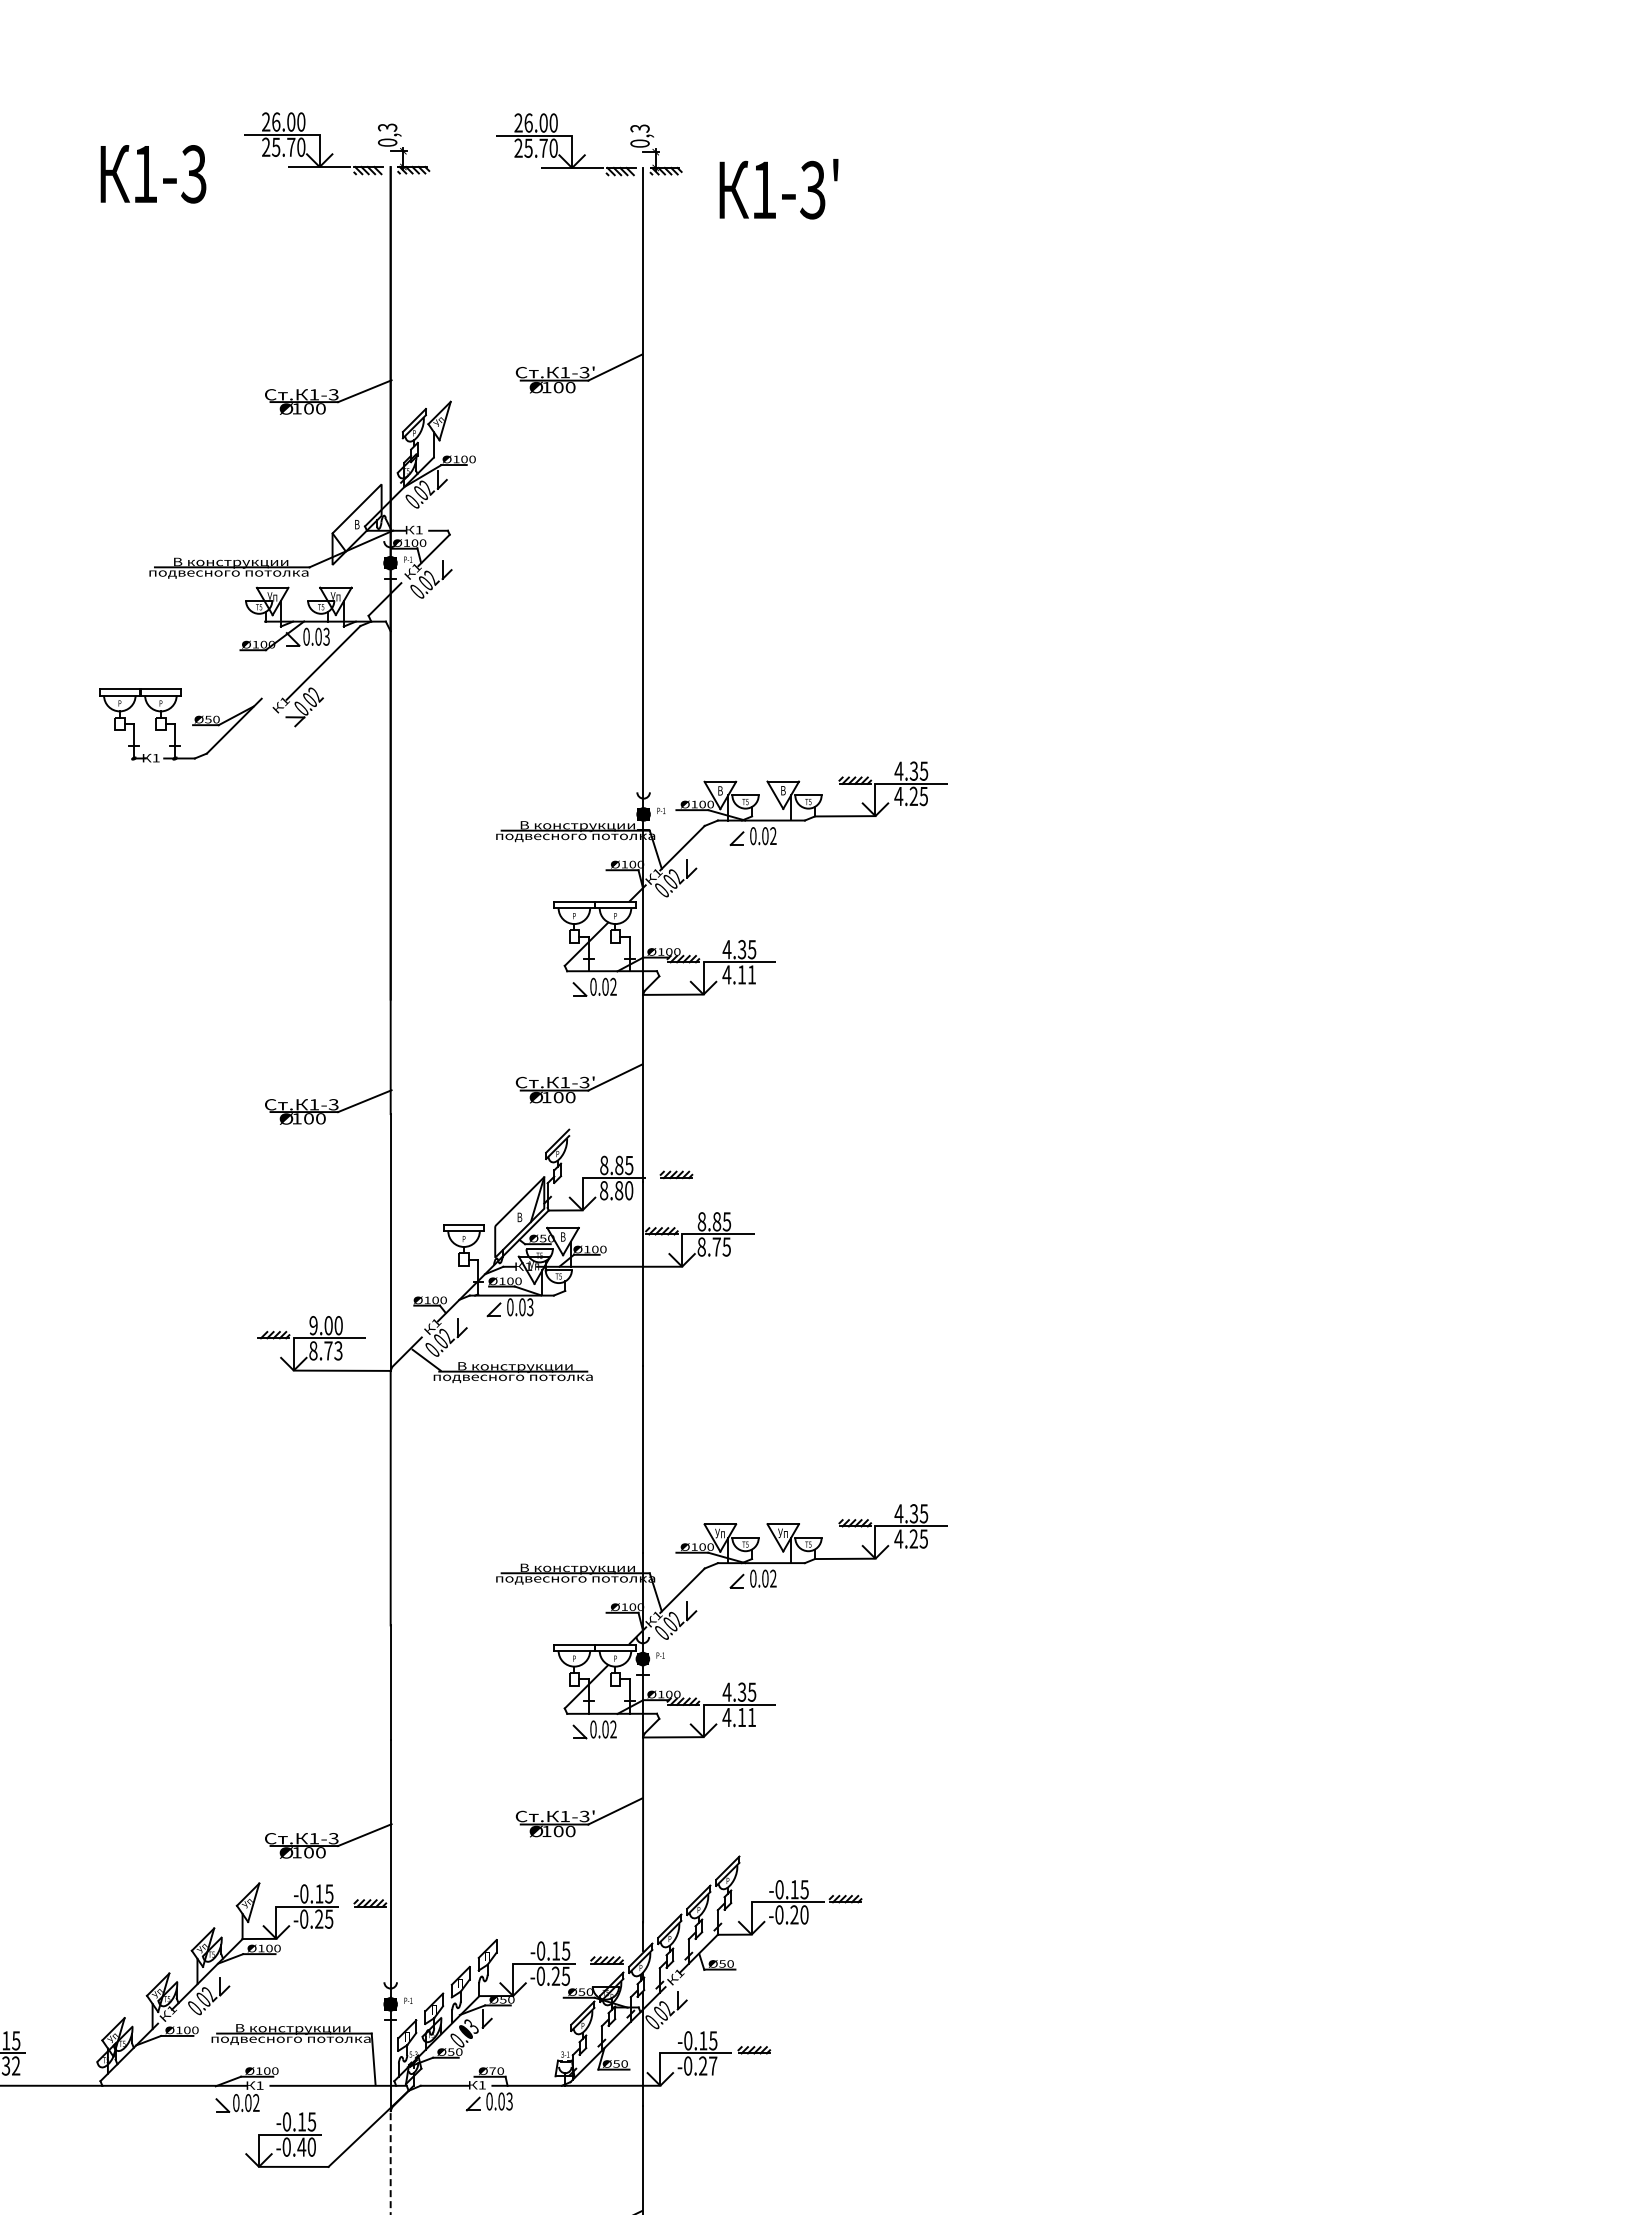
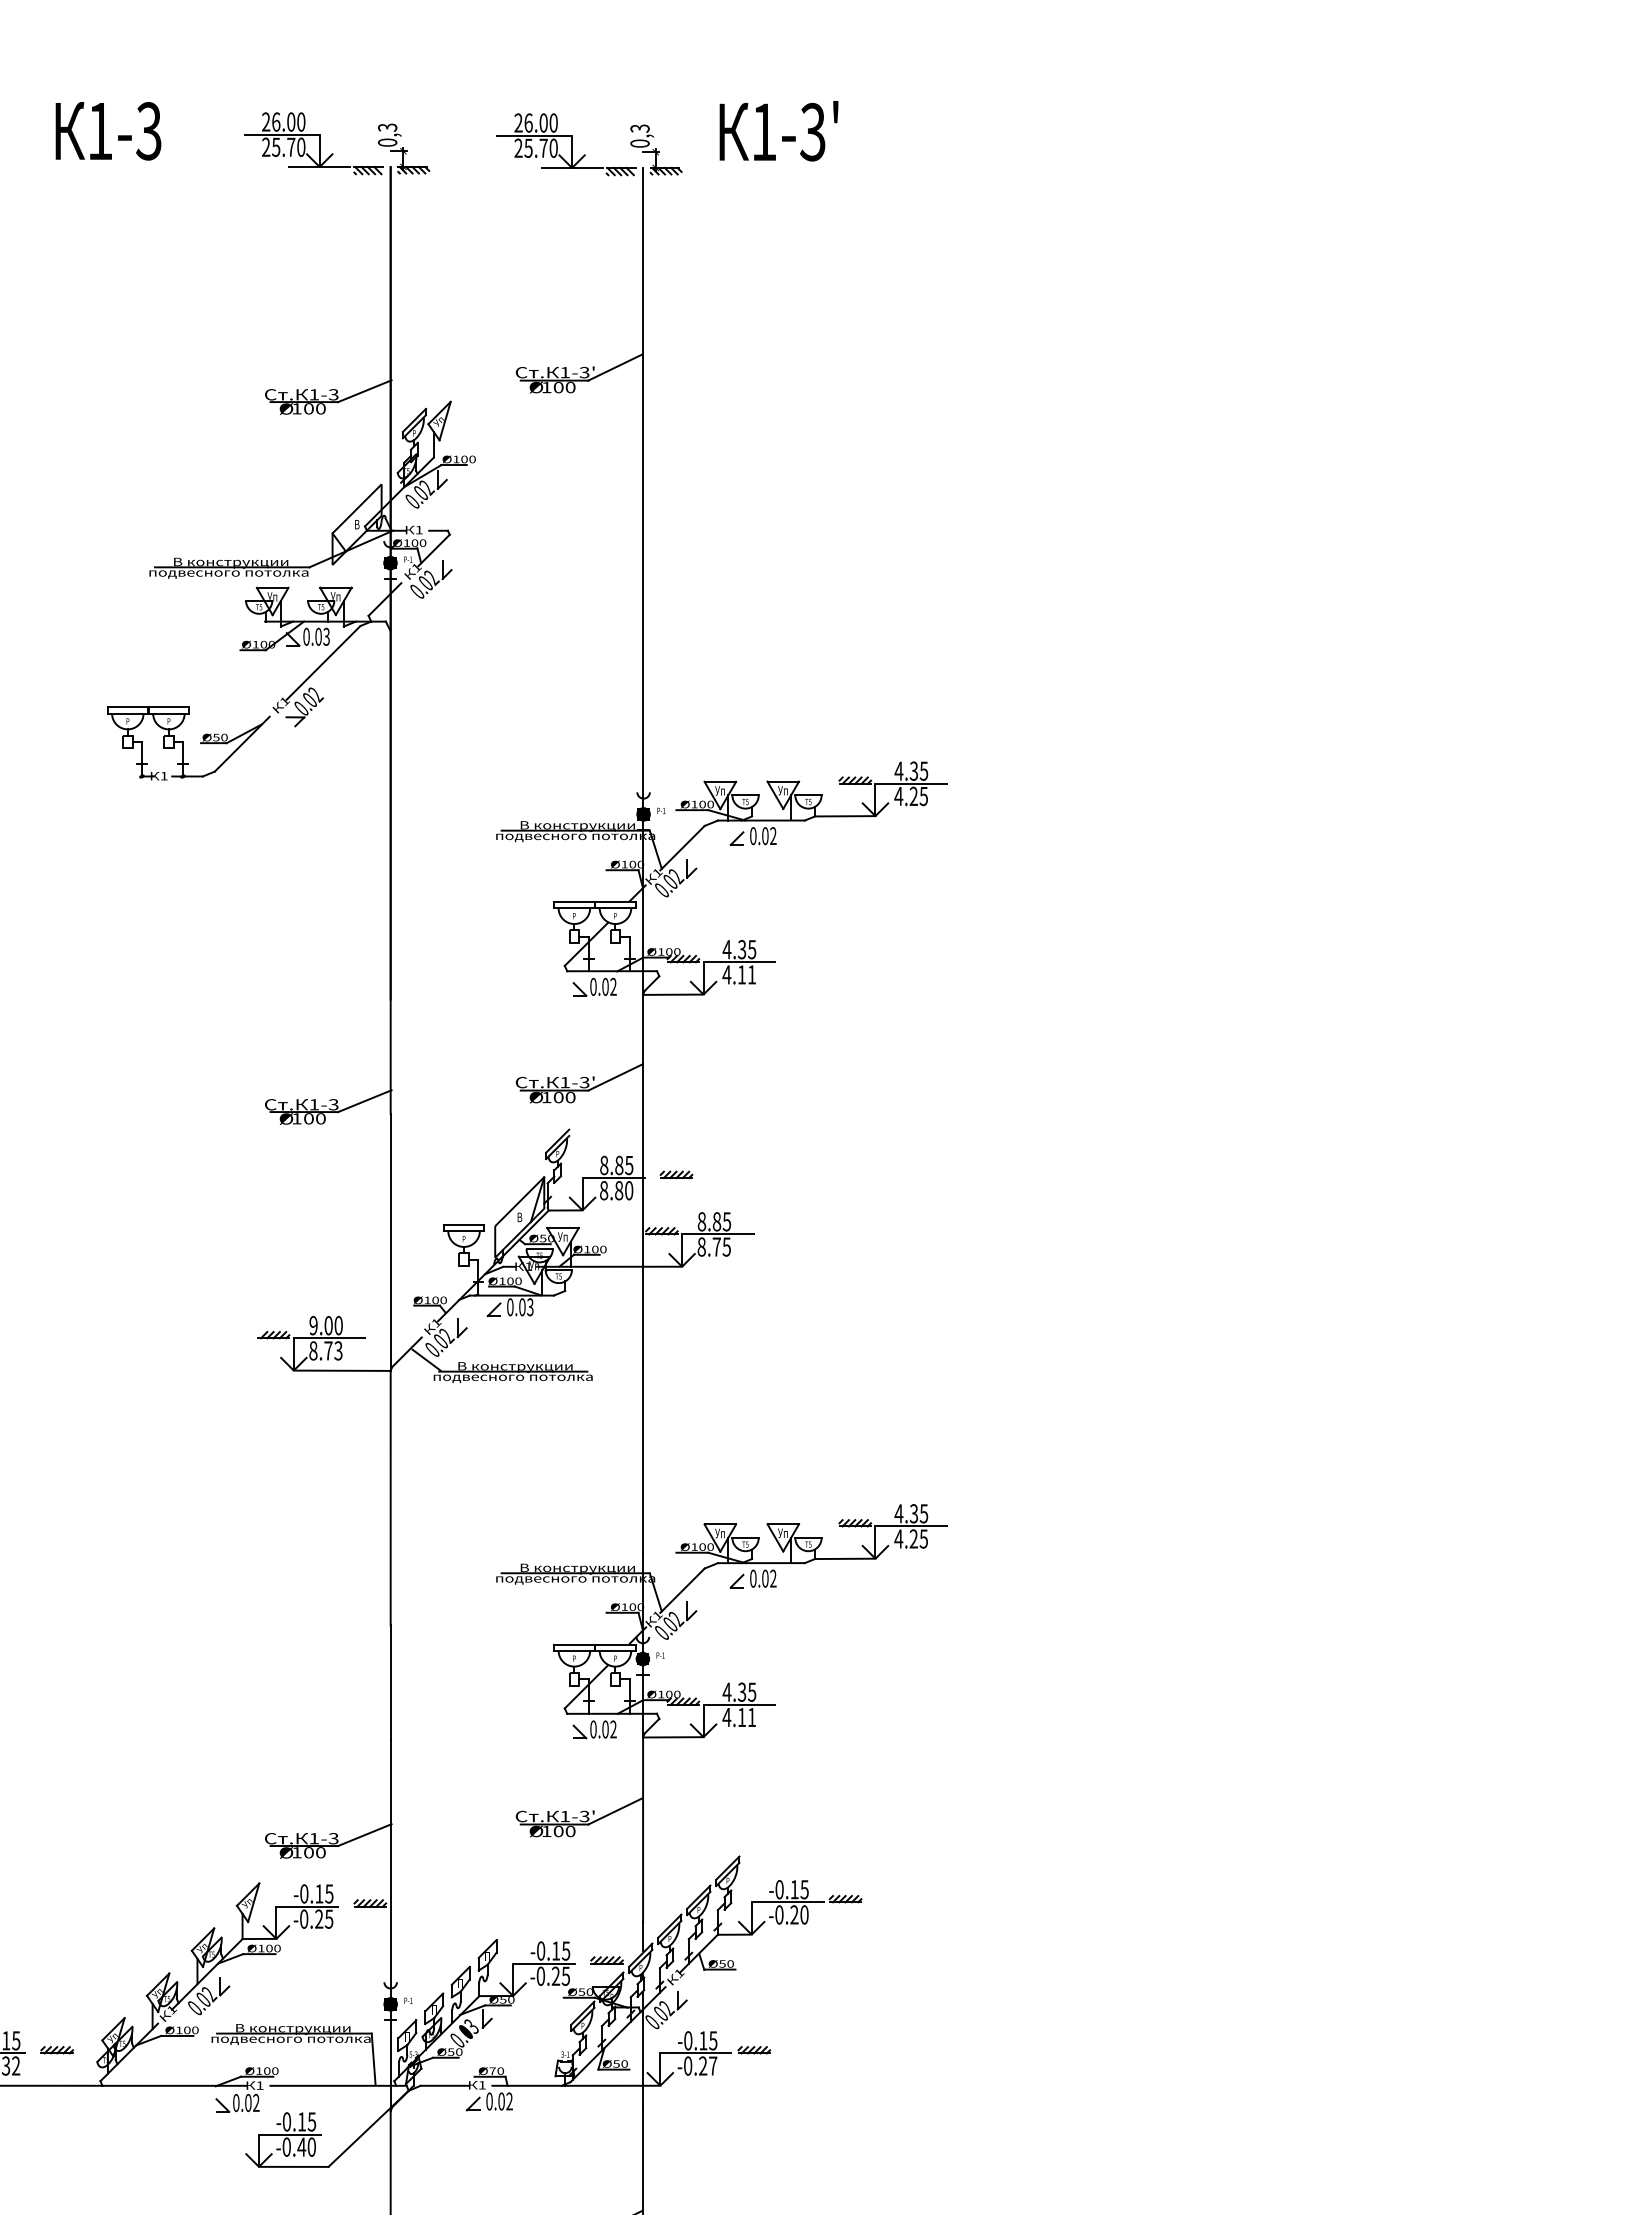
text at (153, 174) position: (153, 174) -> (108, 131)
text at (778, 189) position: (778, 189) -> (778, 131)
part at (180, 725) position: (180, 725) -> (188, 743)
text at (719, 790): В -> Уп
text at (782, 790): В -> Уп
text at (562, 1236): В -> Уп
part at (56, 2050): none -> present
text at (509, 2101): 0.03 -> 0.02
line at (390, 2162): dashed -> solid
